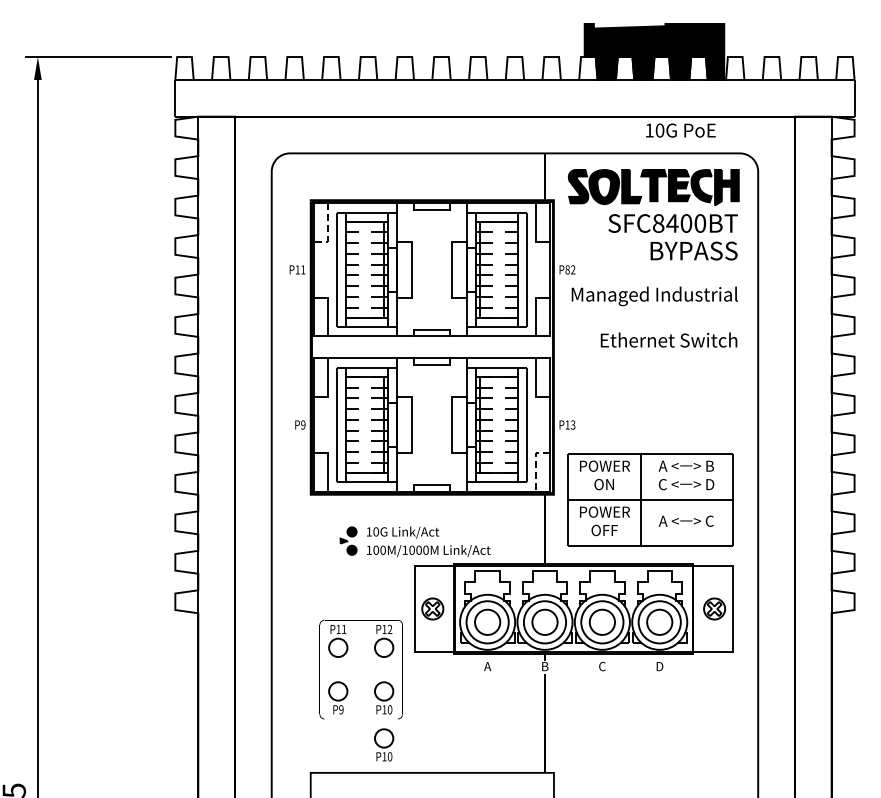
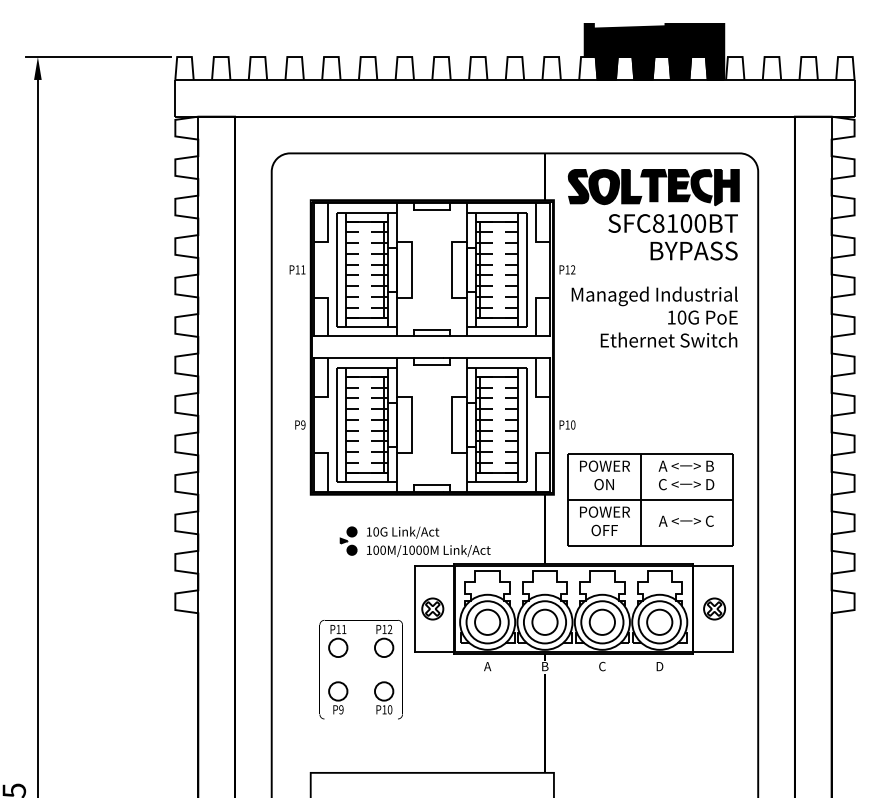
text at (680, 130) position: (680, 130) -> (702, 317)
text at (672, 223): SFC8400BT -> SFC8100BT
line at (327, 230): dashed -> solid
text at (567, 269): P82 -> P12
text at (573, 424): P13 -> P10
line at (536, 464): dashed -> solid
part at (384, 744): present -> none
